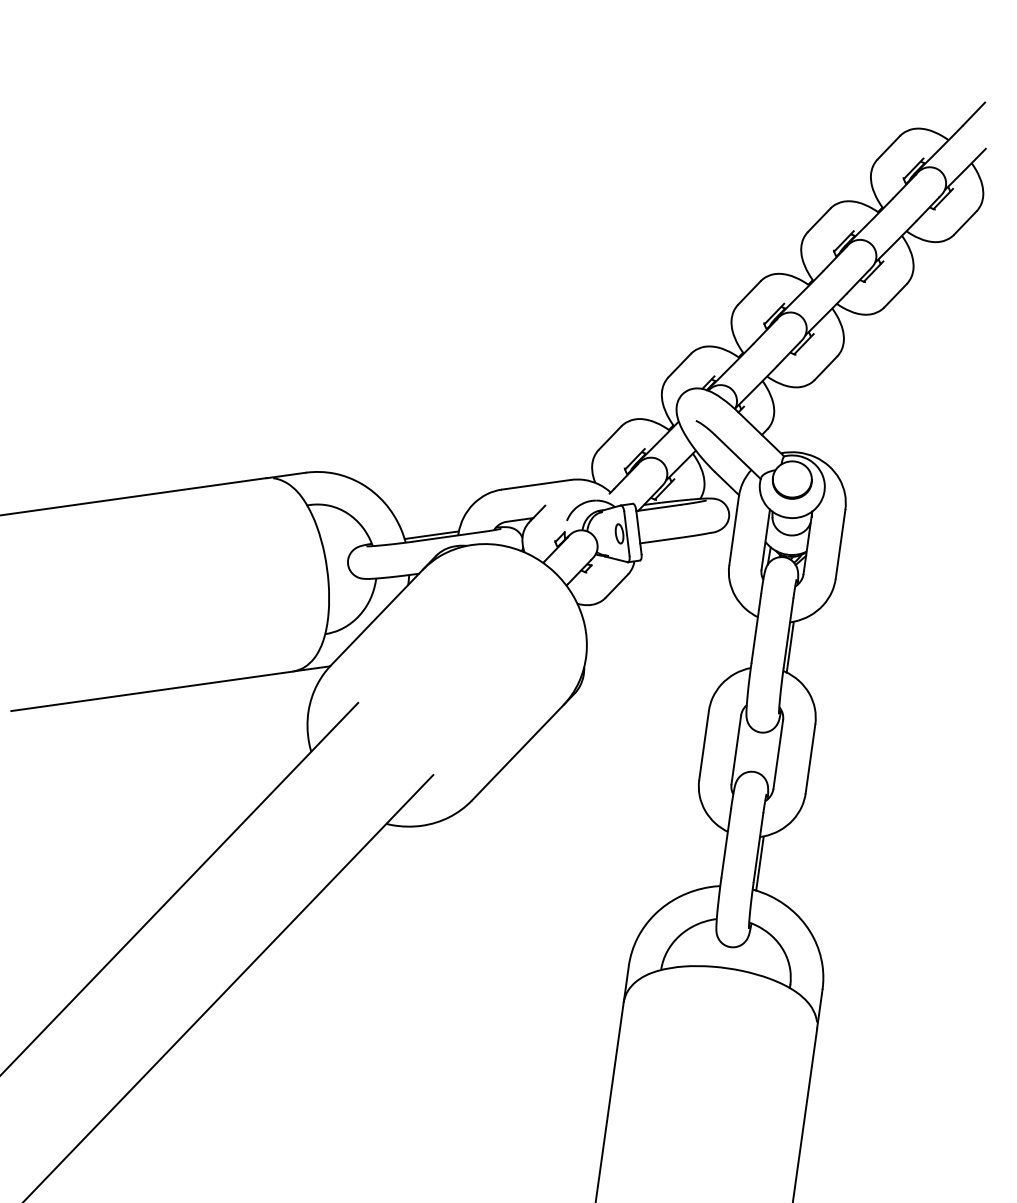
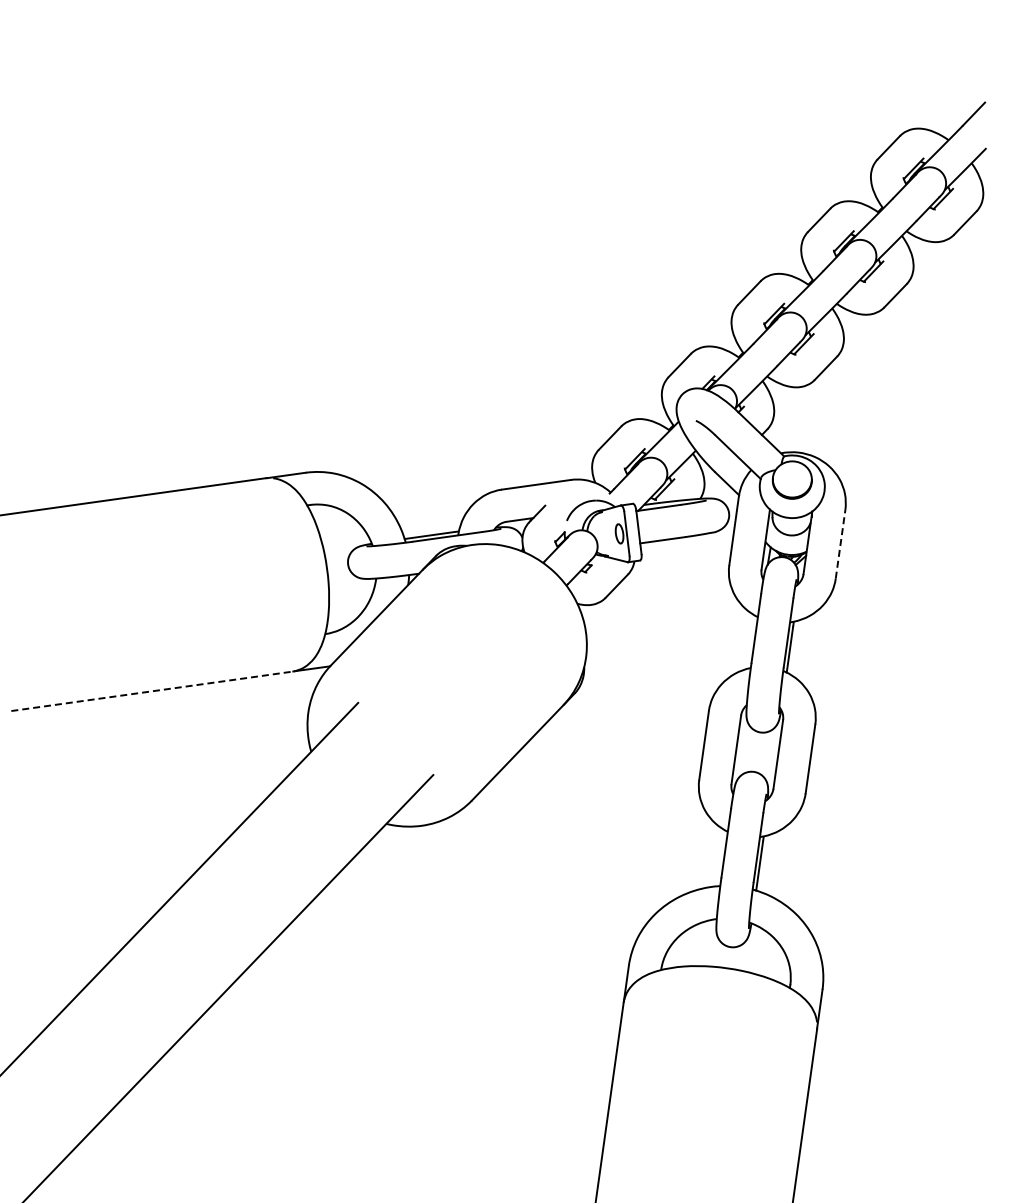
line at (840, 544): solid -> dashed
line at (151, 691): solid -> dashed
